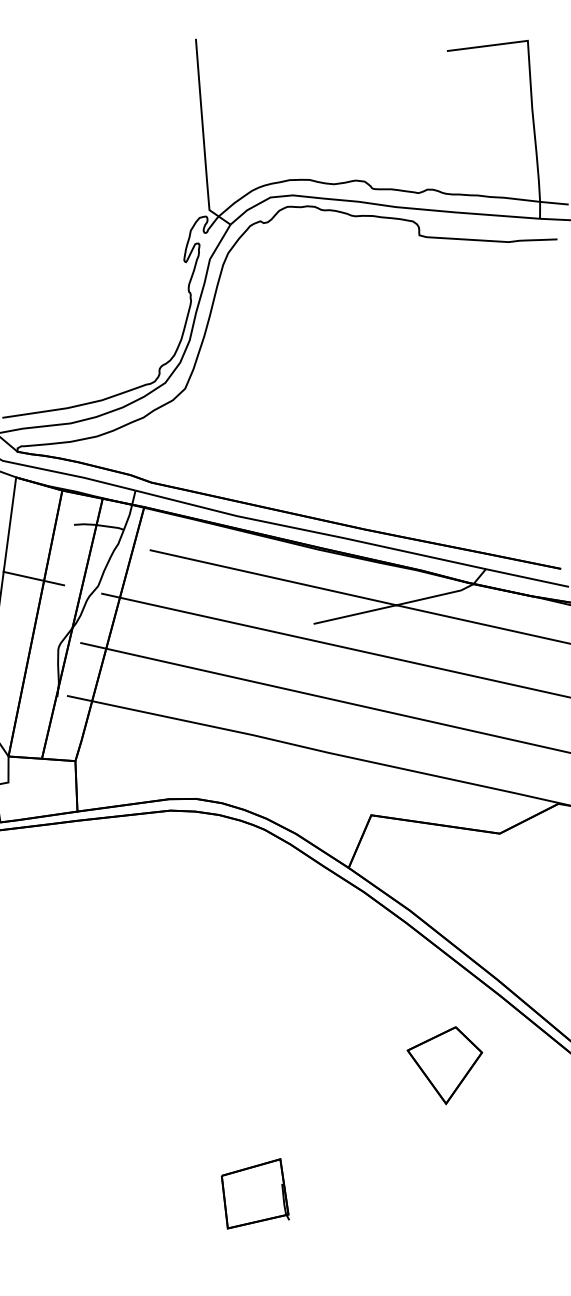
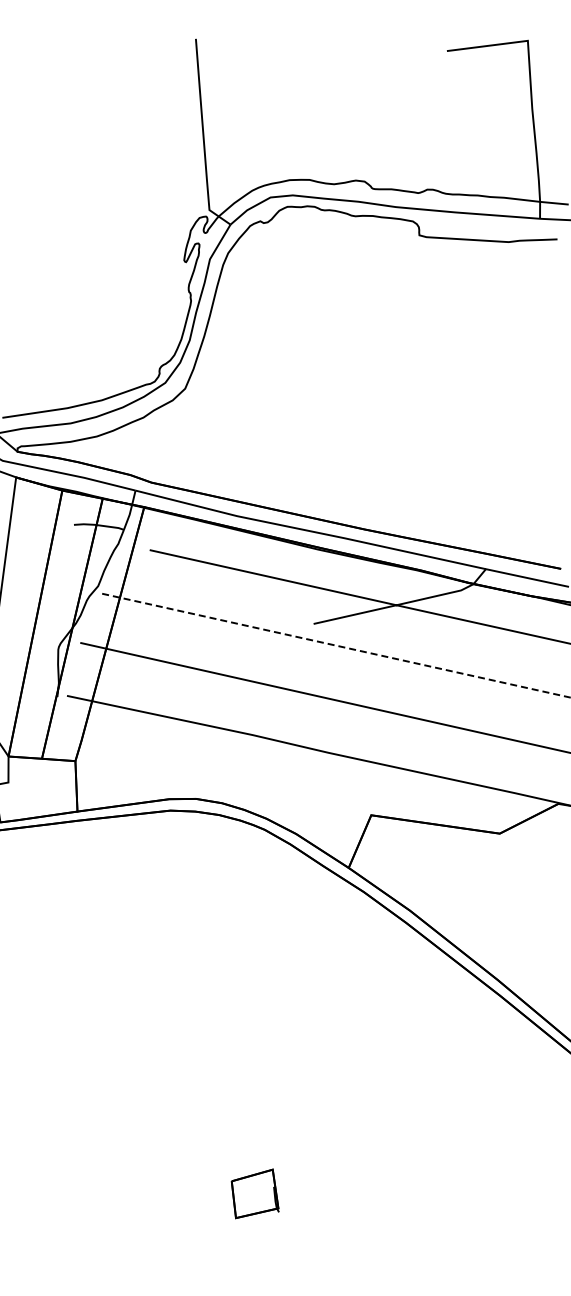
line at (33, 578): present -> none
line at (336, 645): solid -> dashed
part at (444, 1065): present -> none
part at (254, 1193) size: 70x72 px -> 50x52 px
